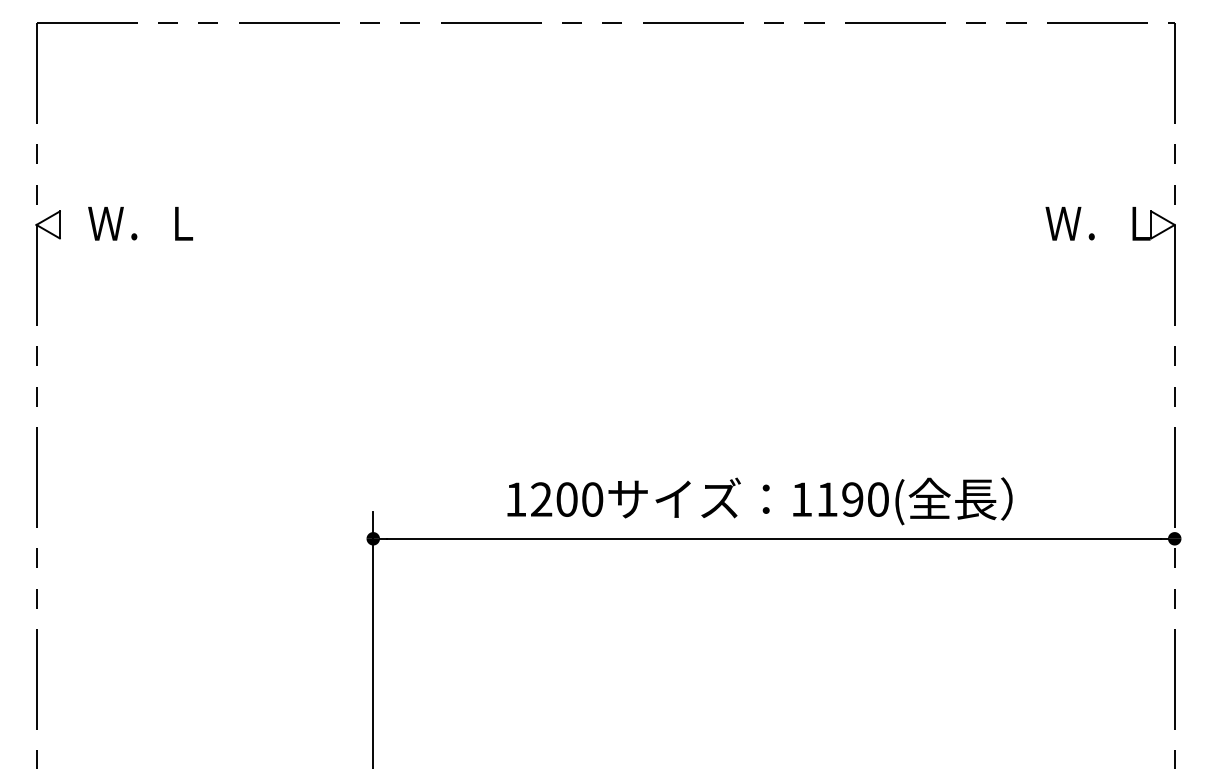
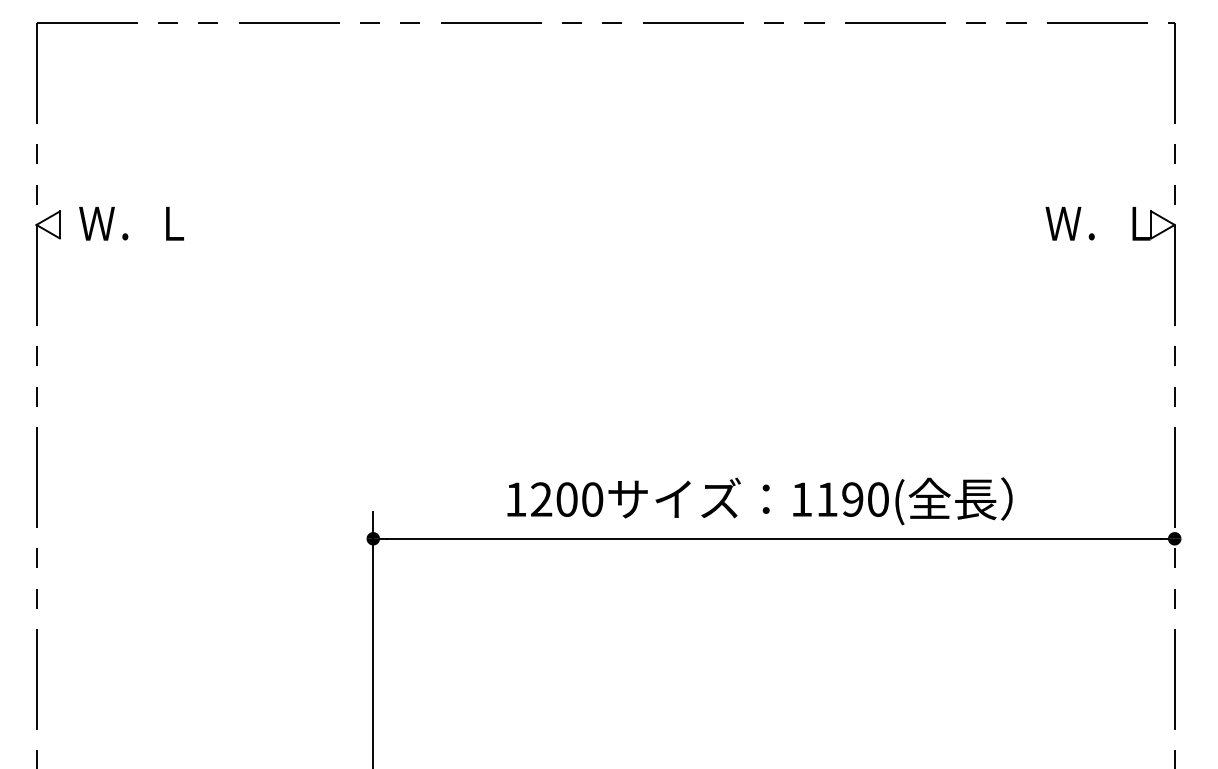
text at (140, 223) position: (140, 223) -> (131, 223)
